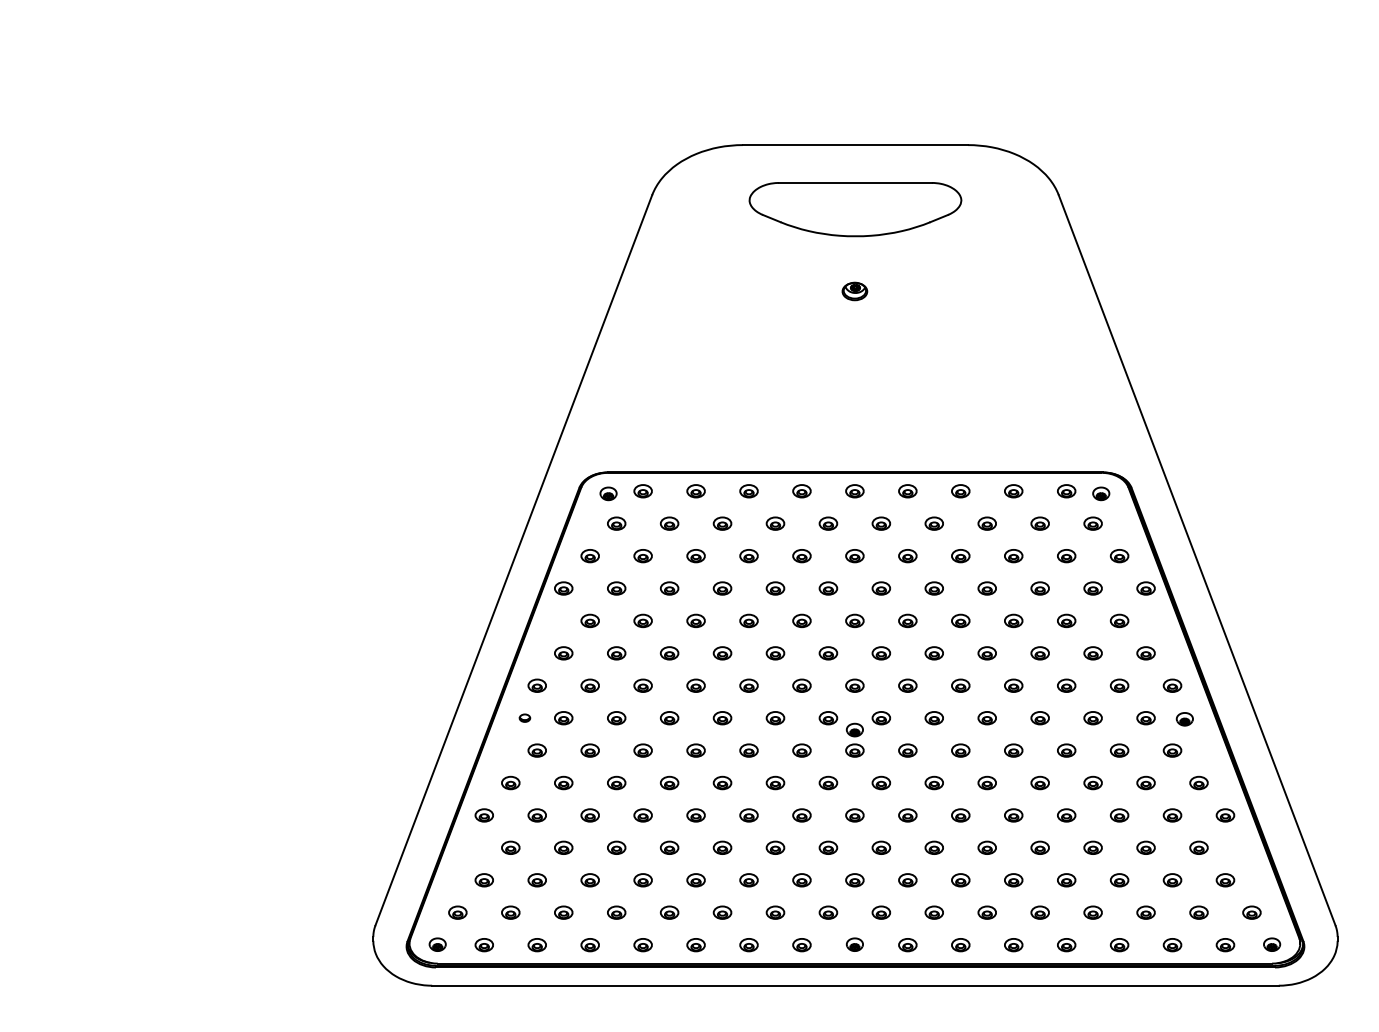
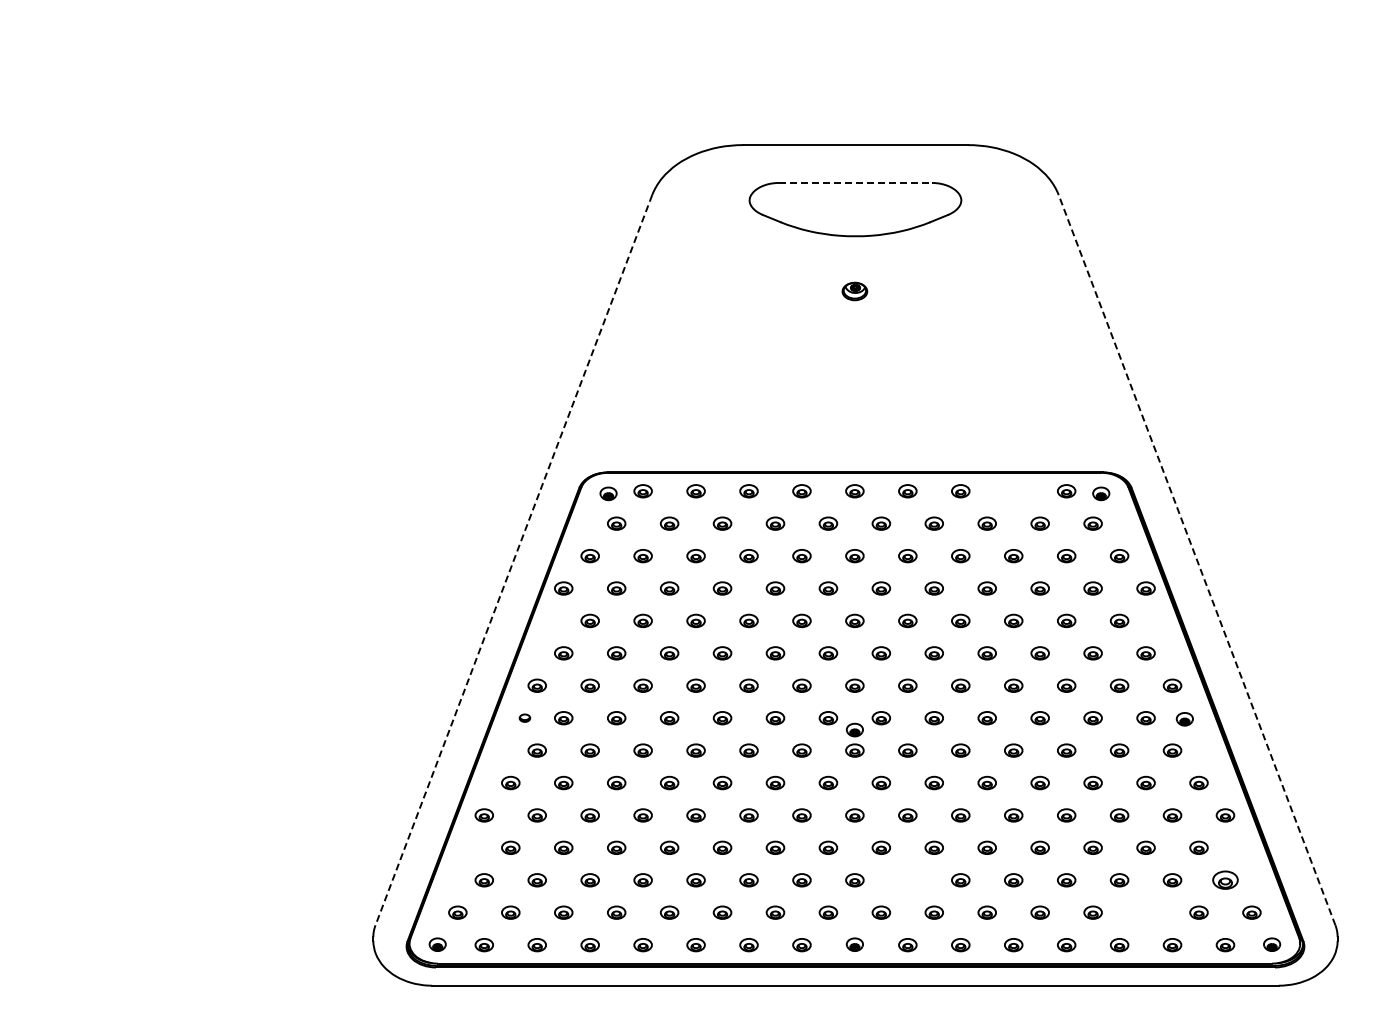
line at (855, 182): solid -> dashed
part at (1013, 491): present -> none
line at (1196, 559): solid -> dashed
line at (513, 560): solid -> dashed
part at (907, 880): present -> none
part at (1225, 880) size: 21x15 px -> 27x20 px
part at (1145, 912): present -> none
